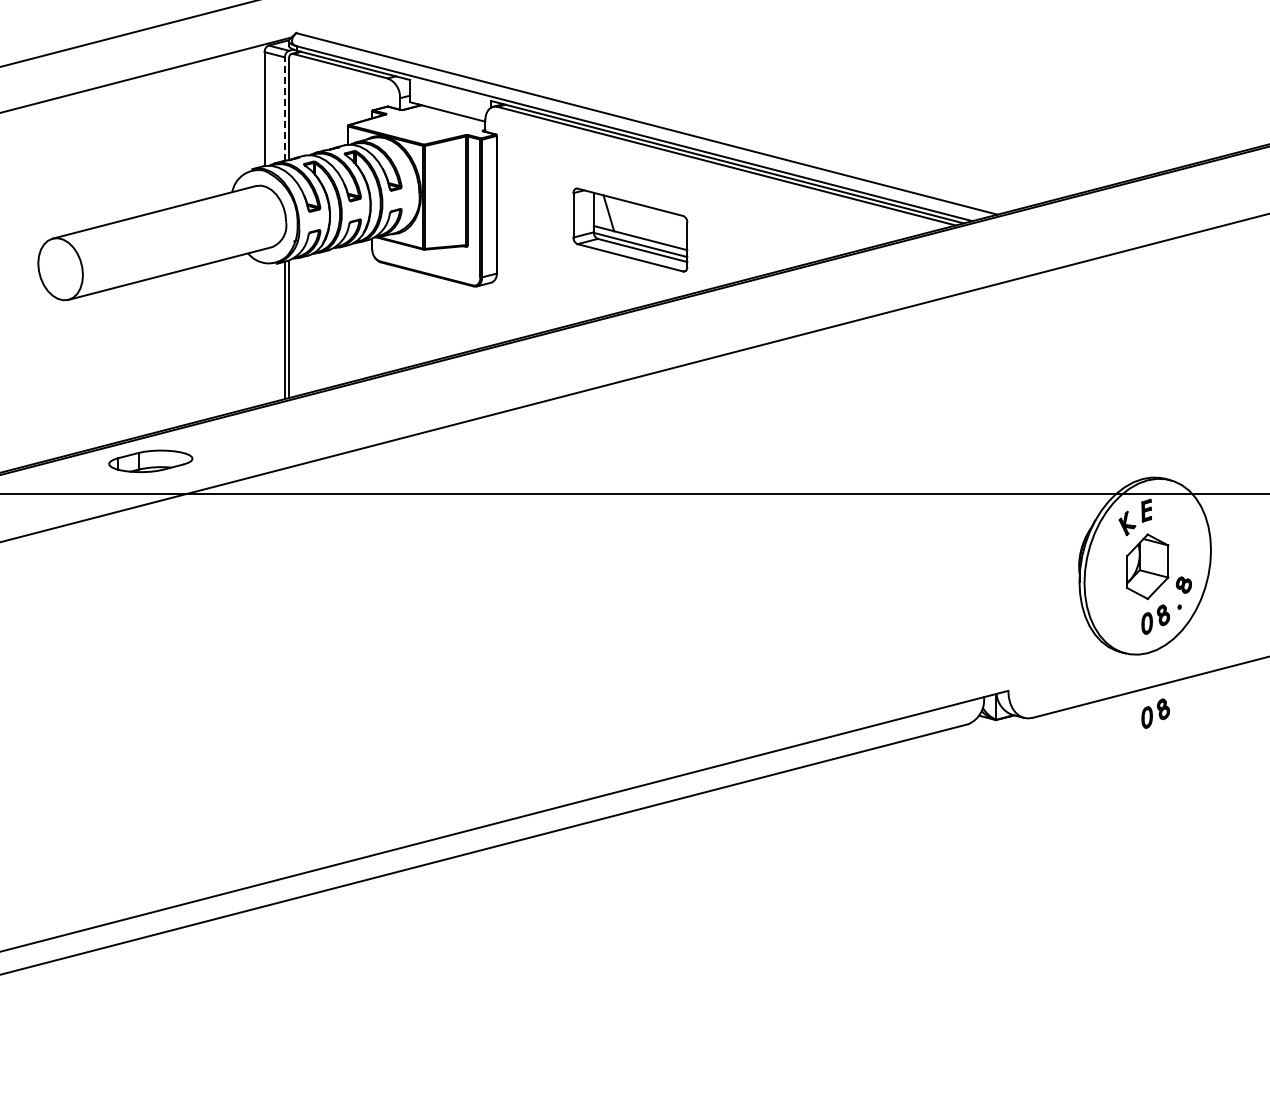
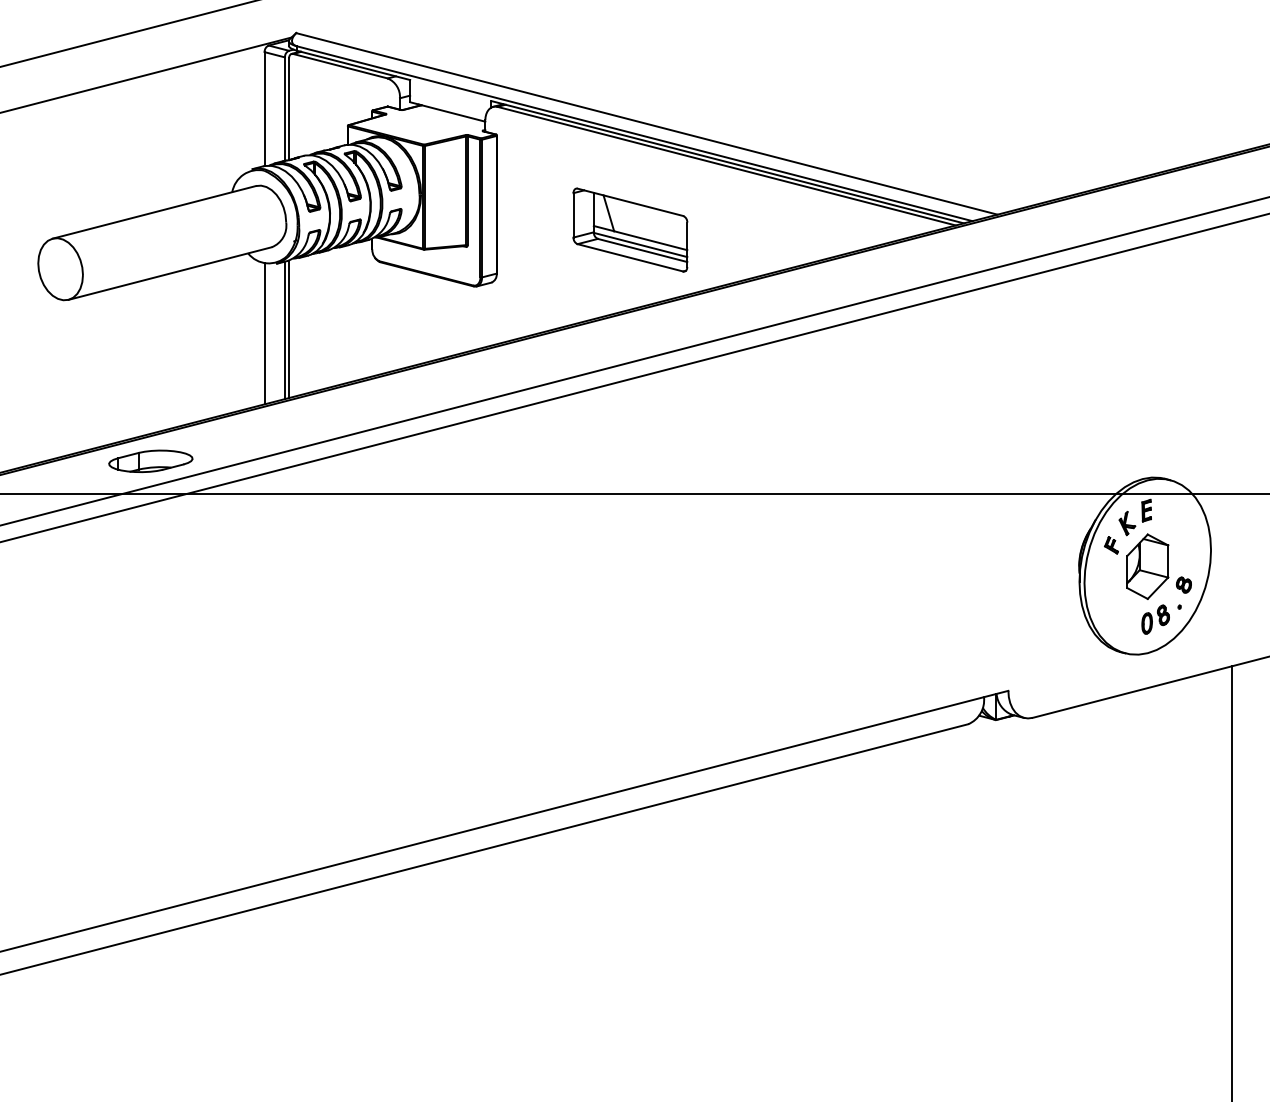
line at (284, 109): dashed -> solid
line at (264, 333): none -> present
line at (634, 360): none -> present
part at (1111, 545): none -> present
part at (1155, 713): present -> none
line at (1231, 882): none -> present
